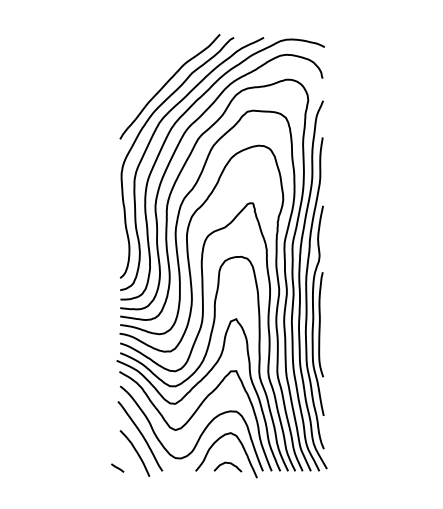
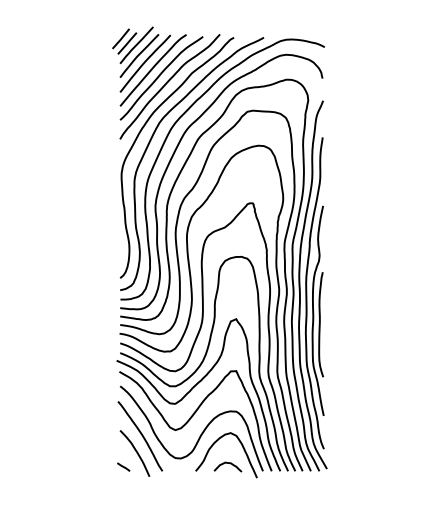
part at (157, 73): none -> present
line at (117, 467) position: (117, 467) -> (123, 466)
